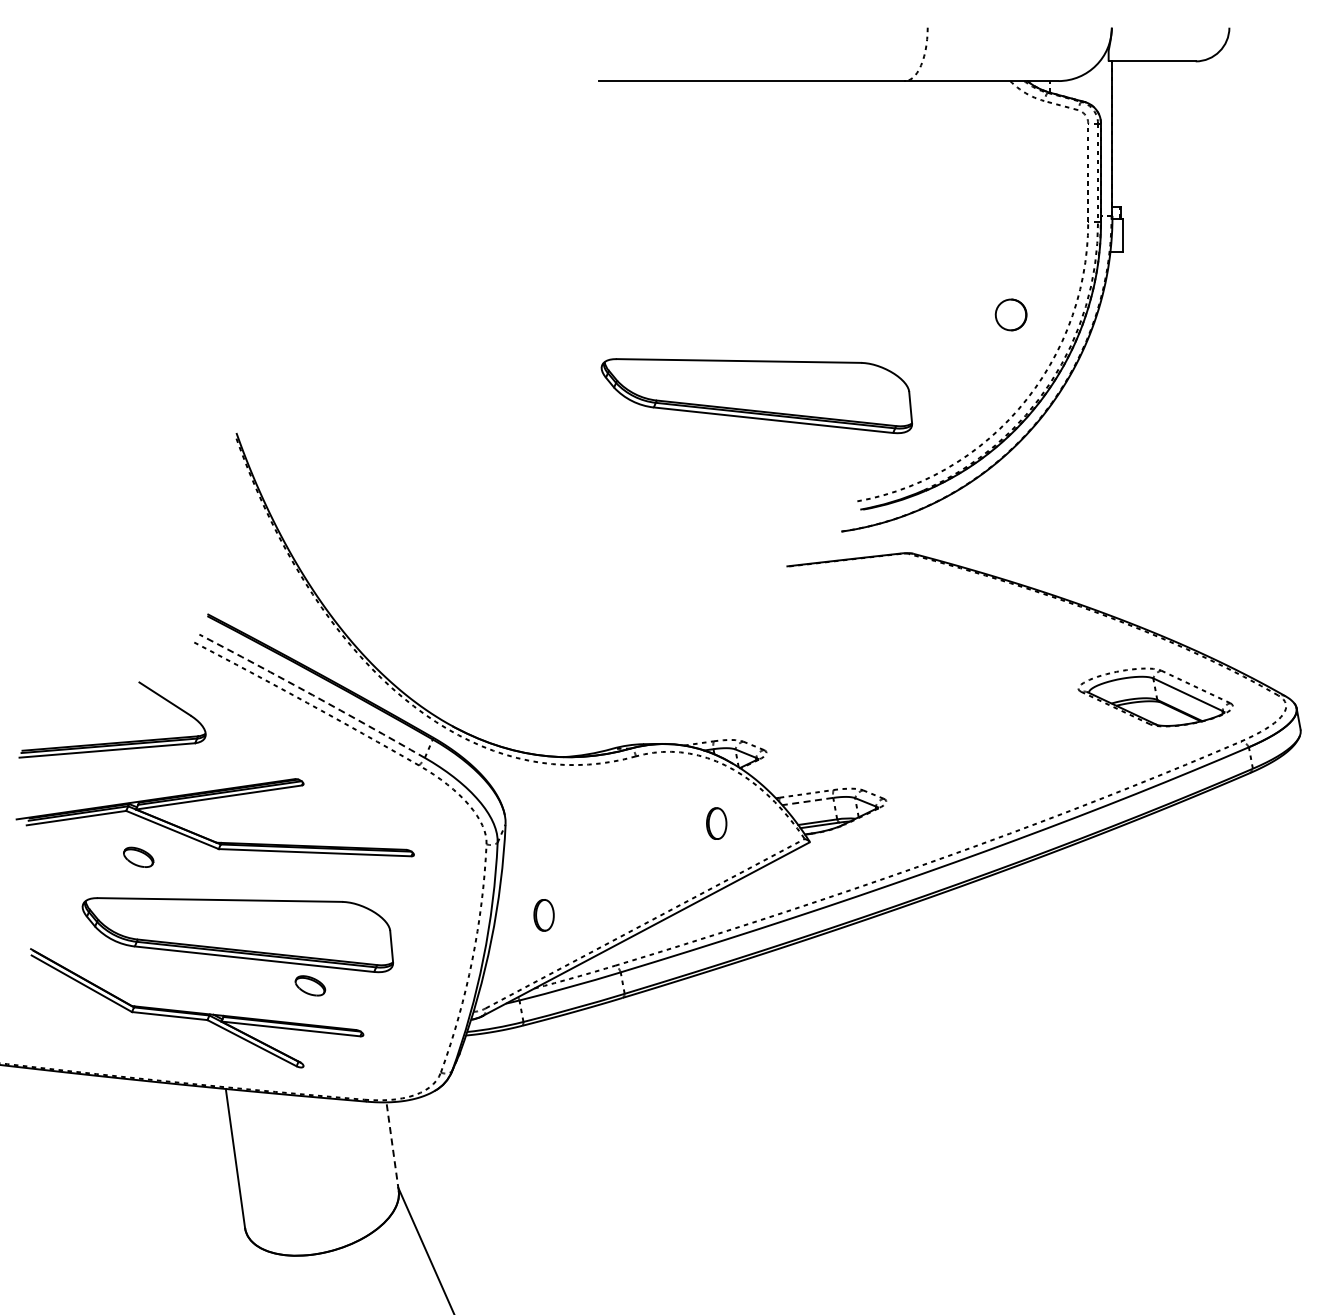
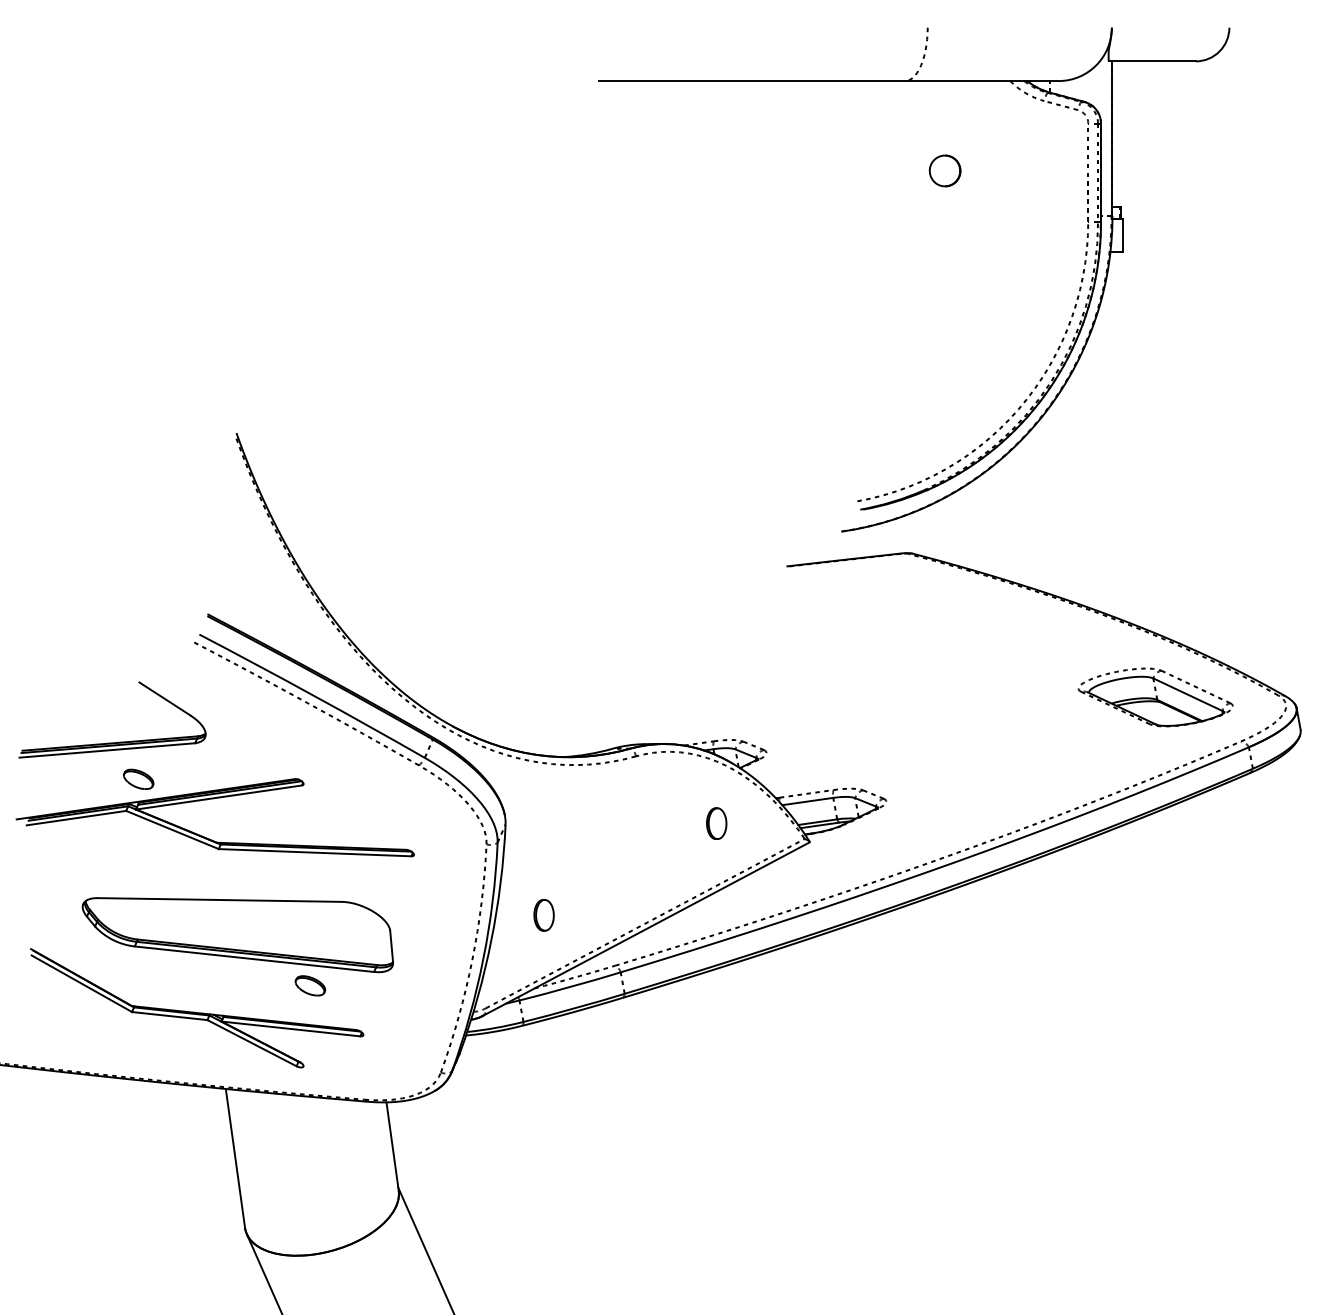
part at (1010, 314) position: (1010, 314) -> (944, 170)
part at (756, 396): present -> none
arc at (312, 695): dashed -> solid
line at (807, 801): dashed -> solid
part at (138, 856) position: (138, 856) -> (138, 778)
line at (392, 1146): dashed -> solid
line at (263, 1272): none -> present
